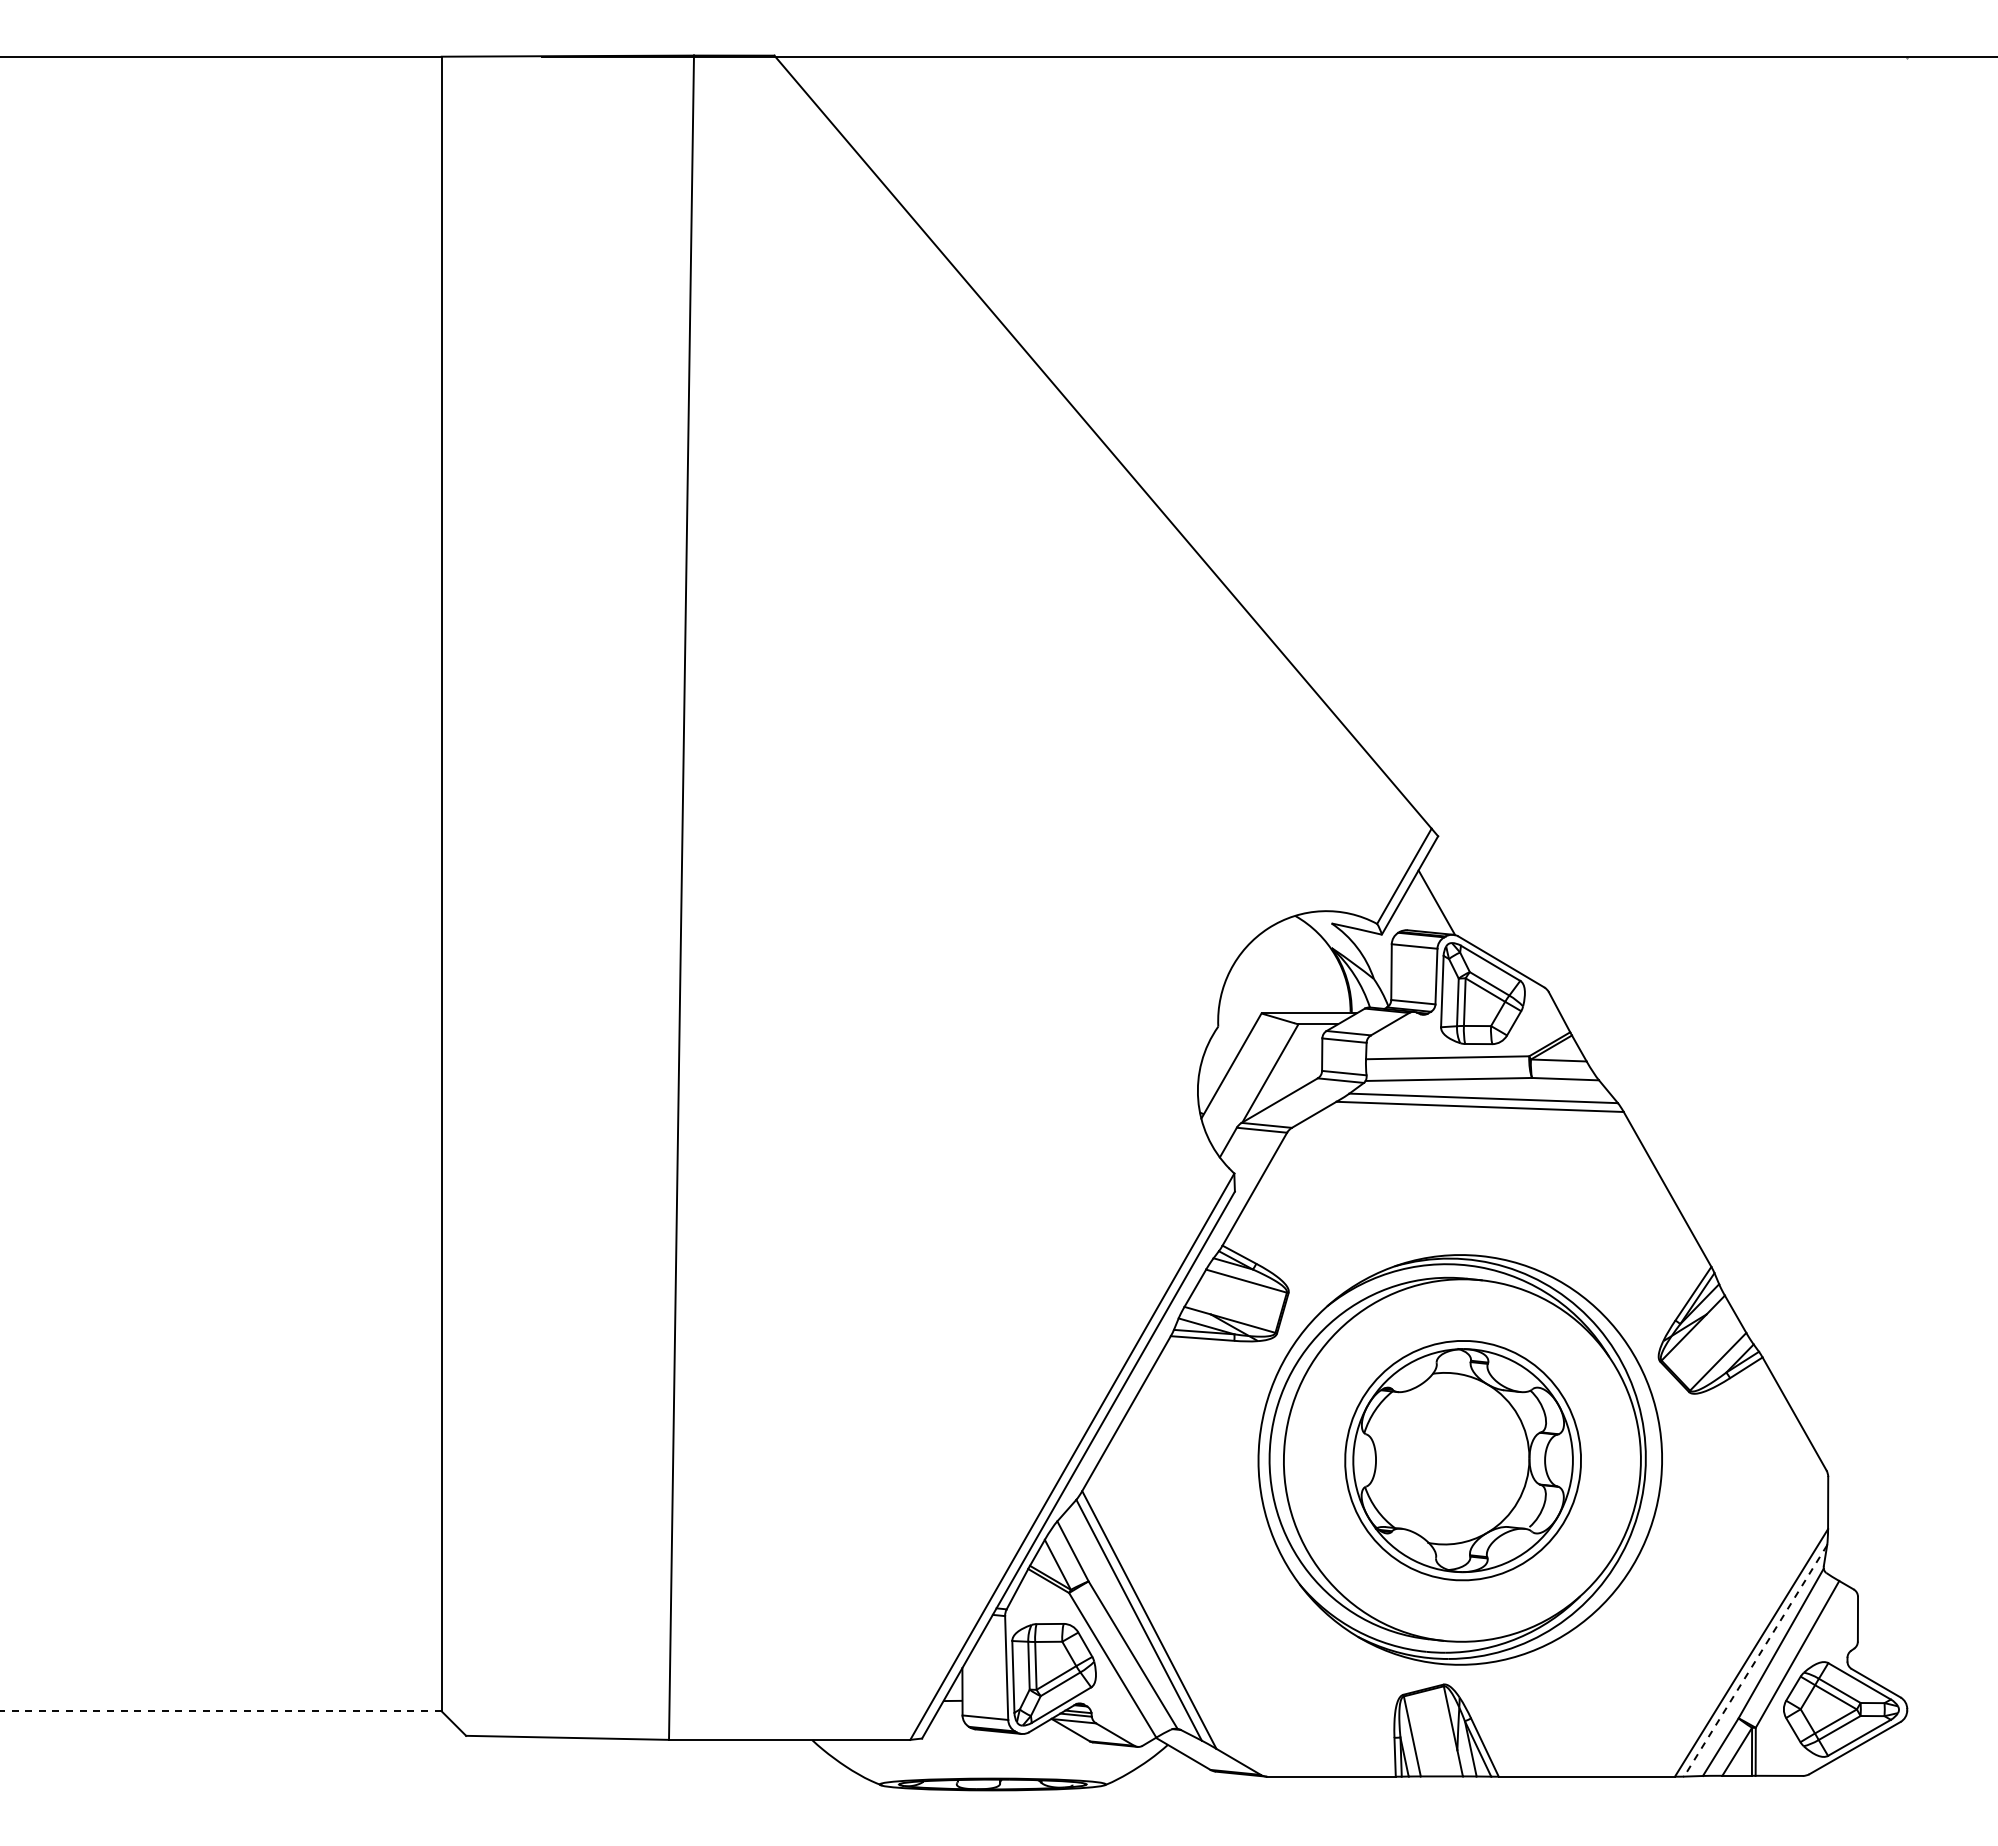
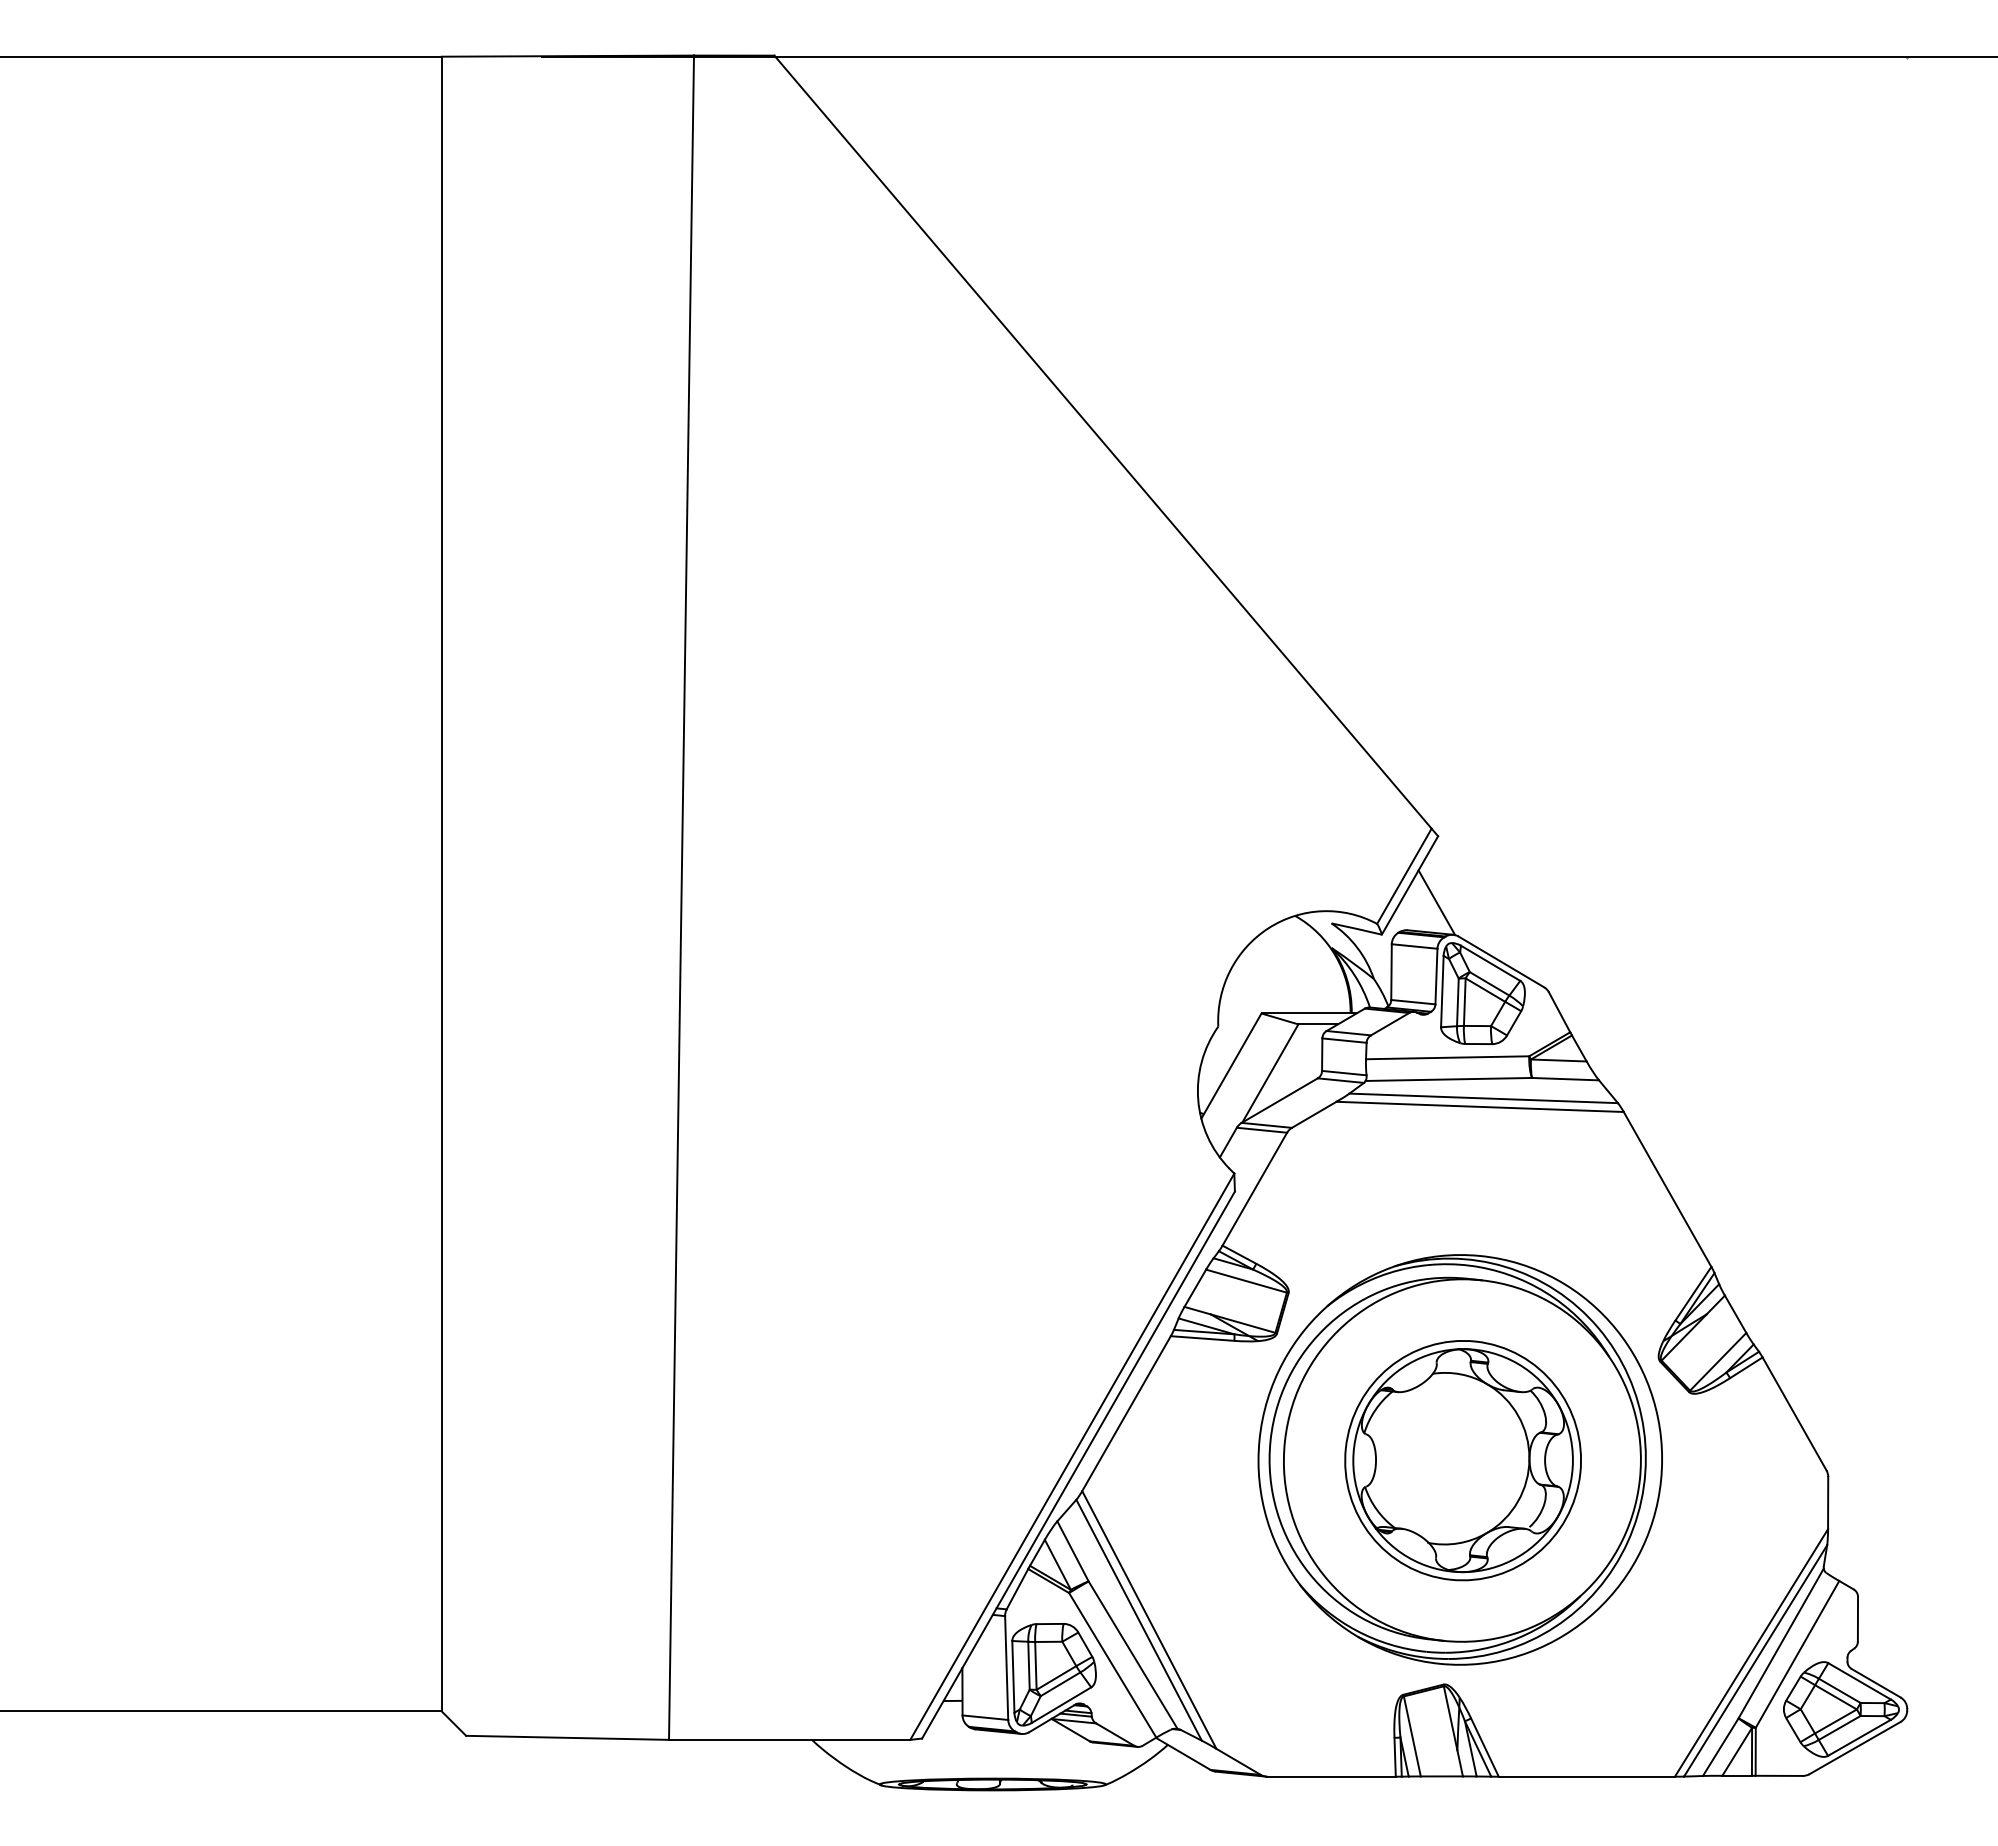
line at (1755, 1661): dashed -> solid
line at (220, 1711): dashed -> solid
